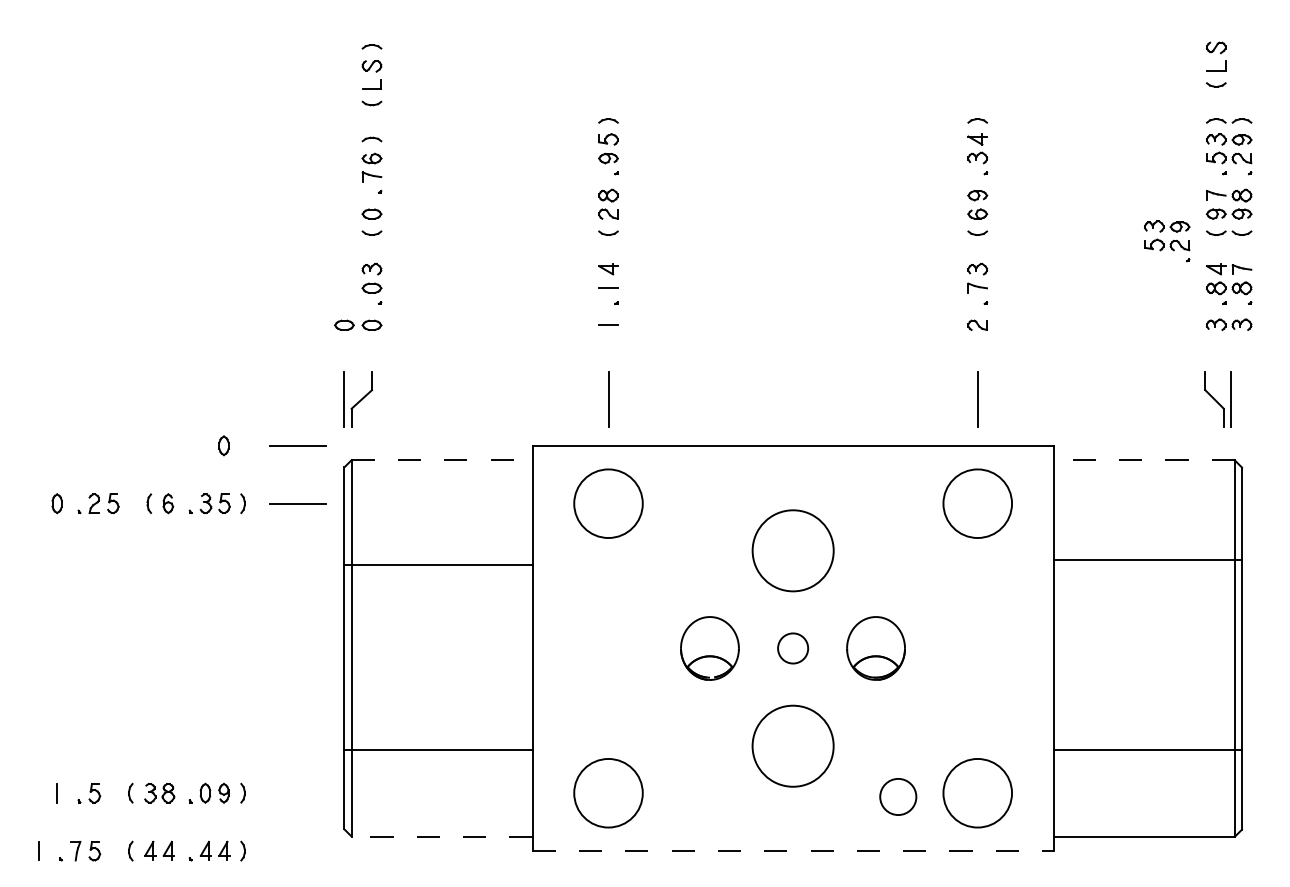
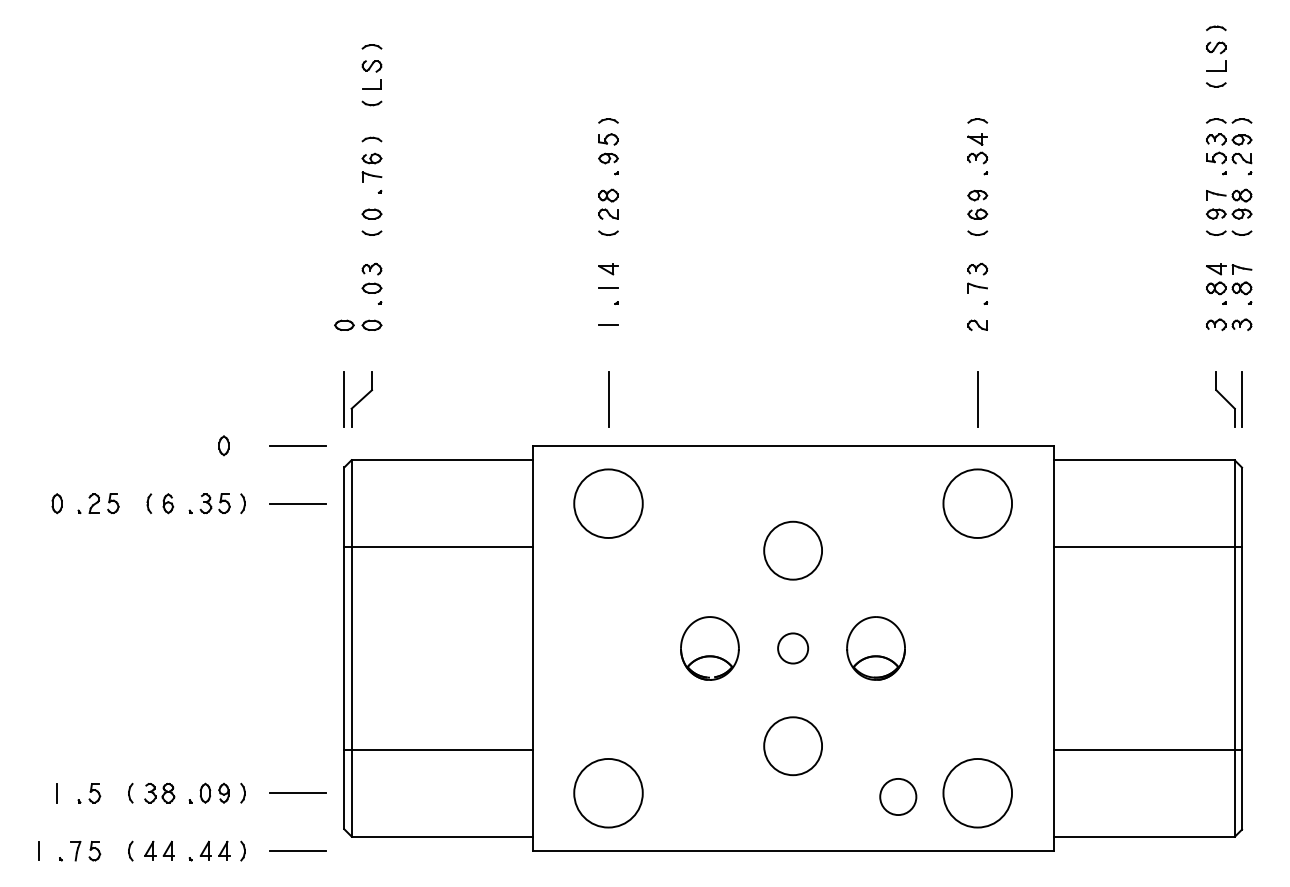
part at (1216, 28): none -> present
part at (1167, 241): present -> none
part at (1217, 399) position: (1217, 399) -> (1228, 399)
line at (442, 460): dashed -> solid
line at (1143, 460): dashed -> solid
circle at (792, 550) size: 84x84 px -> 60x61 px
line at (1147, 560) position: (1147, 560) -> (1147, 547)
line at (438, 565) position: (438, 565) -> (438, 547)
circle at (792, 745) diameter: 81 px -> 58 px
line at (297, 793): none -> present
line at (441, 836): dashed -> solid
line at (297, 851): none -> present
line at (793, 851): dashed -> solid
